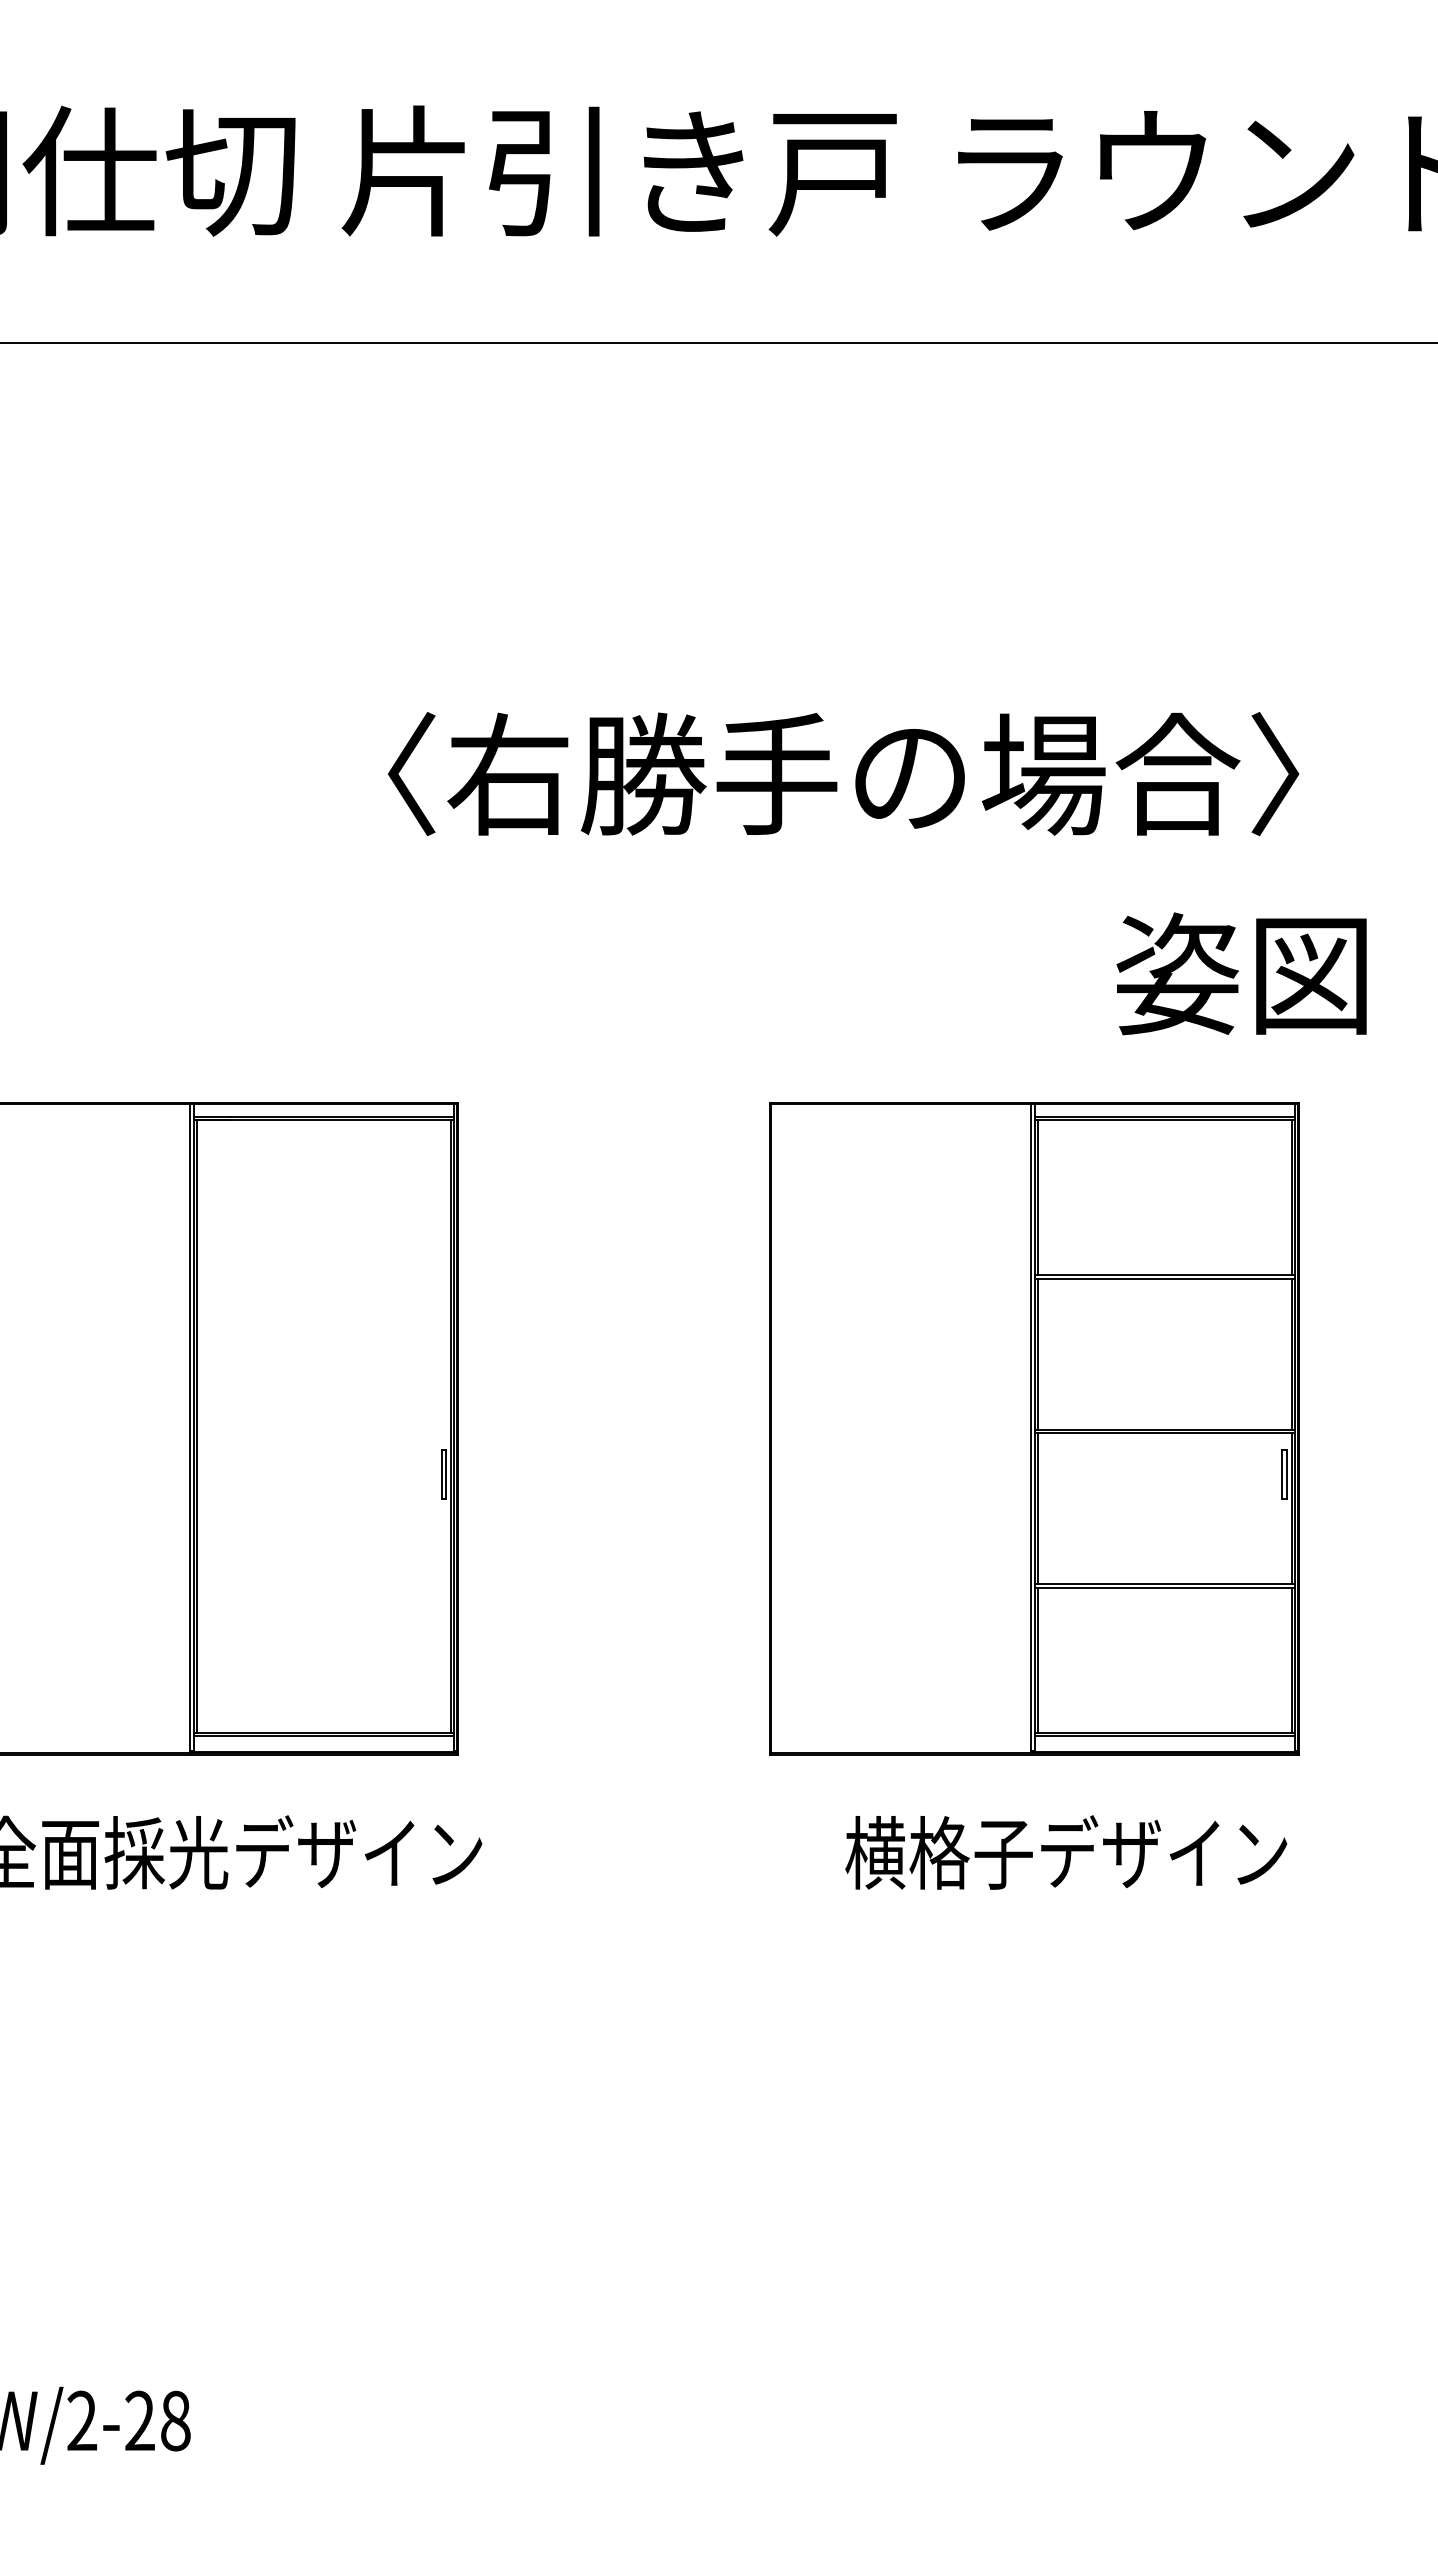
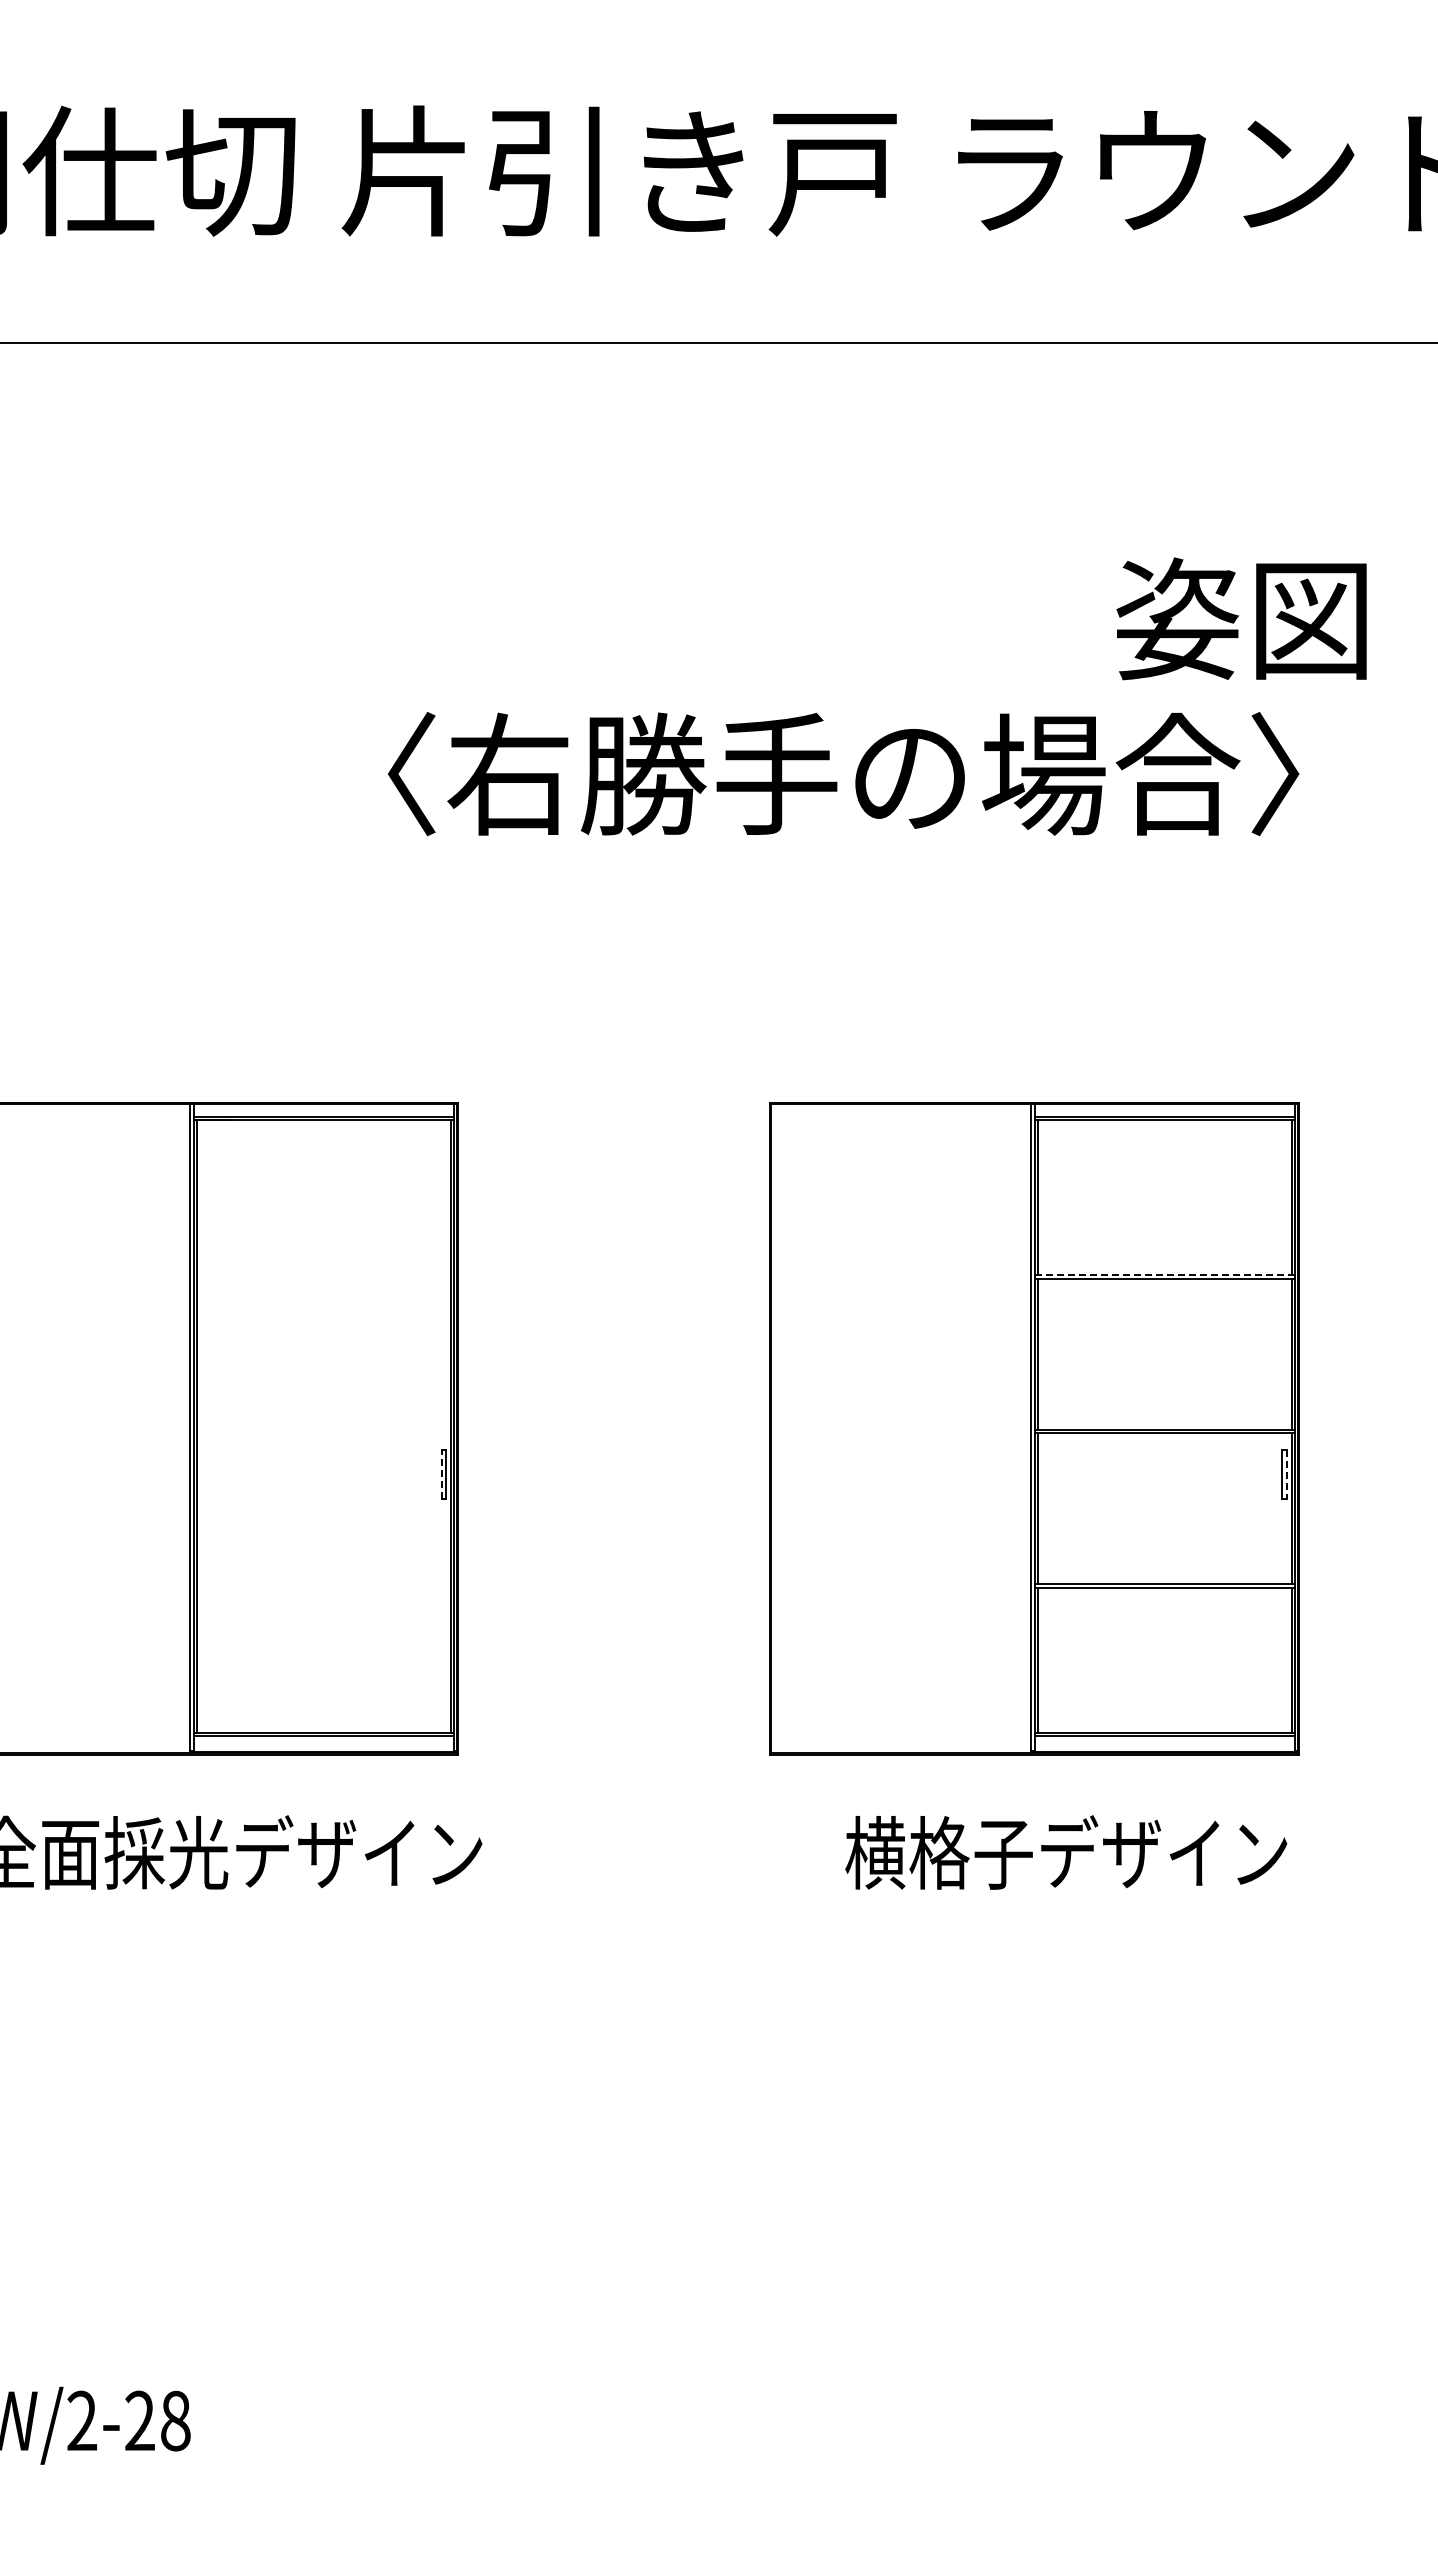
text at (1241, 973) position: (1241, 973) -> (1241, 618)
line at (1164, 1274): solid -> dashed
line at (441, 1474): solid -> dashed
line at (1286, 1475): solid -> dashed
